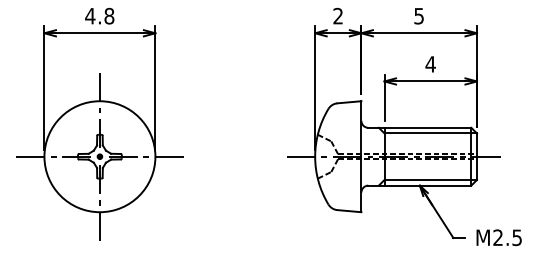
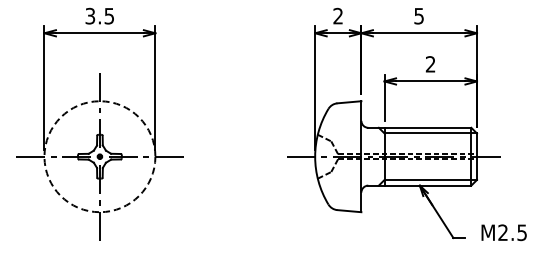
text at (99, 15): 4.8 -> 3.5
text at (430, 64): 4 -> 2
circle at (99, 156): solid -> dashed
text at (498, 237) position: (498, 237) -> (503, 232)
